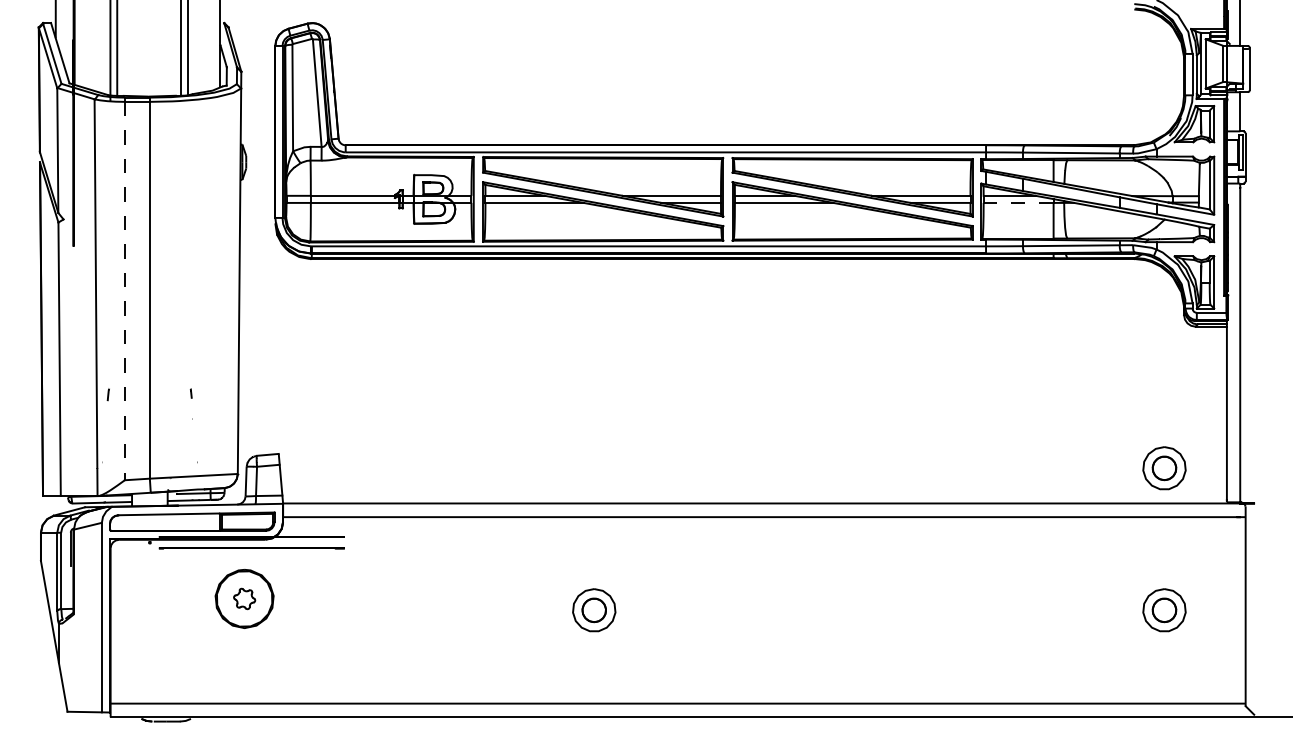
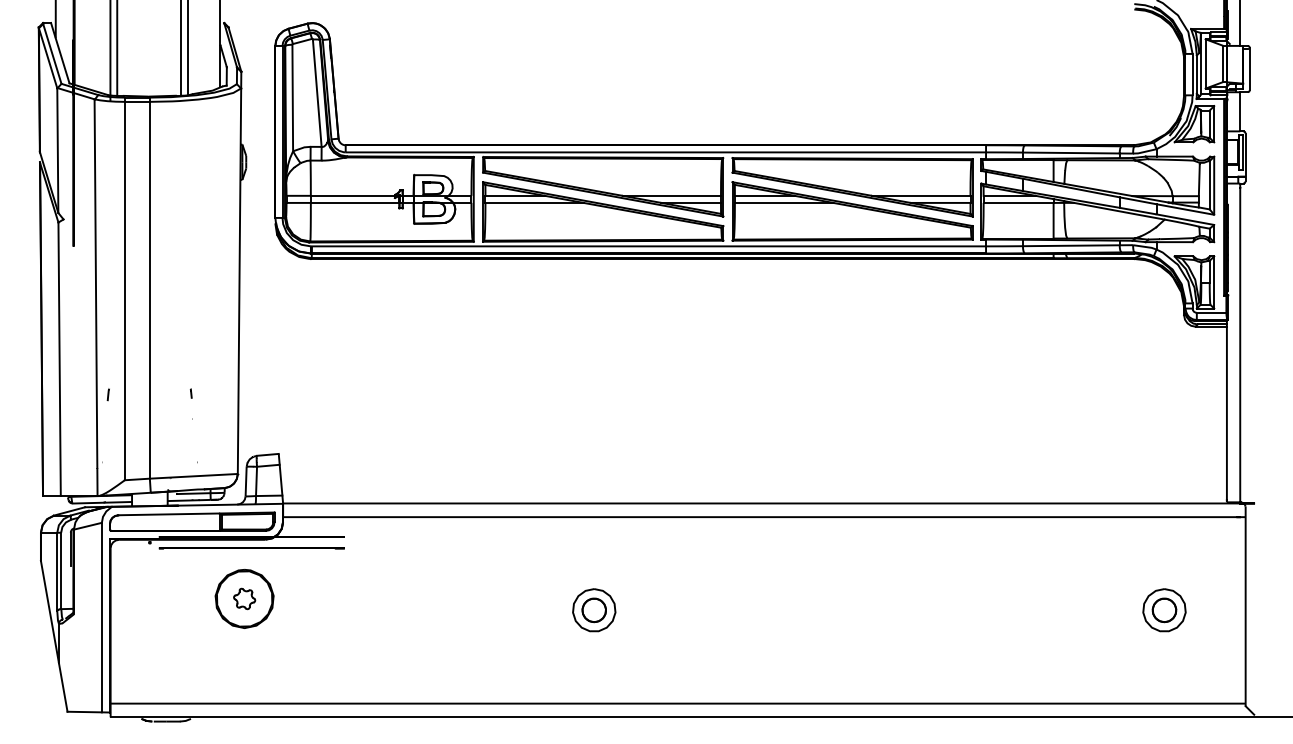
line at (1018, 202): dashed -> solid
line at (124, 291): dashed -> solid
part at (1164, 468): present -> none
